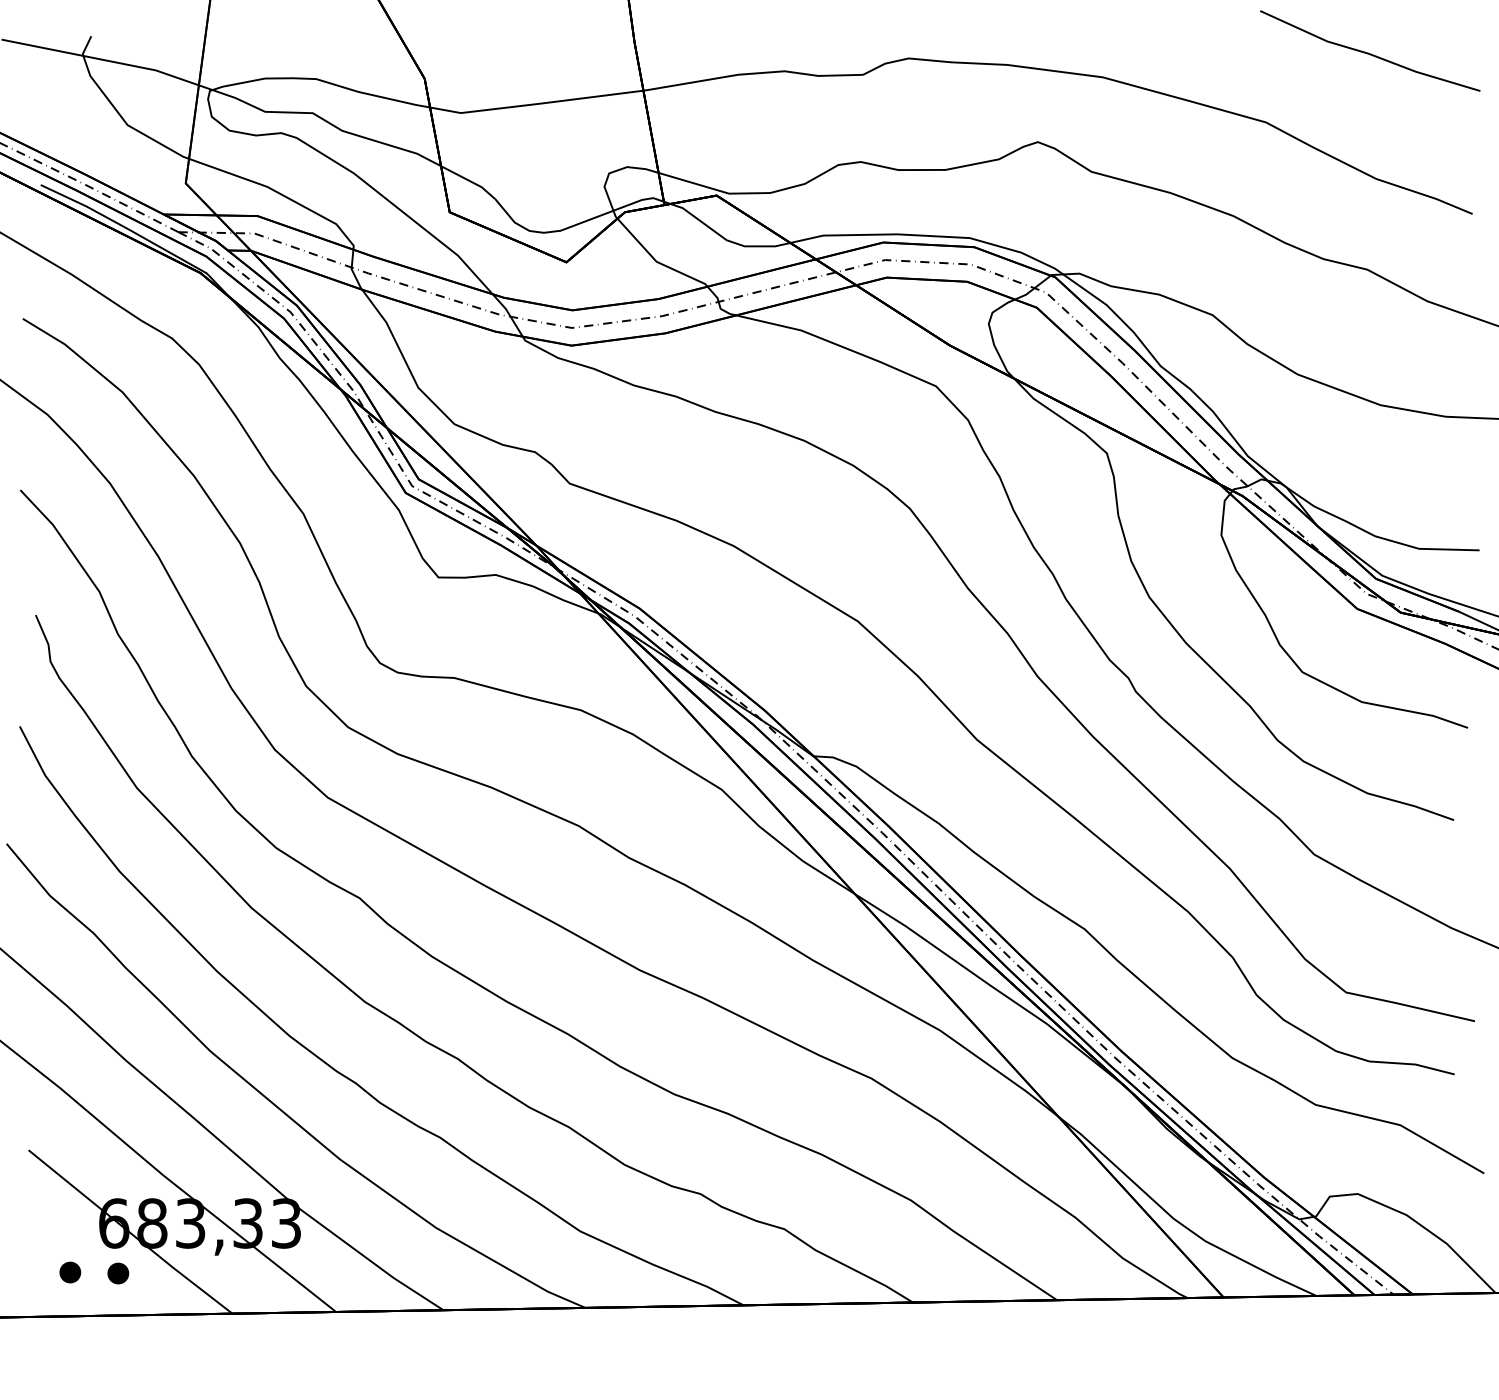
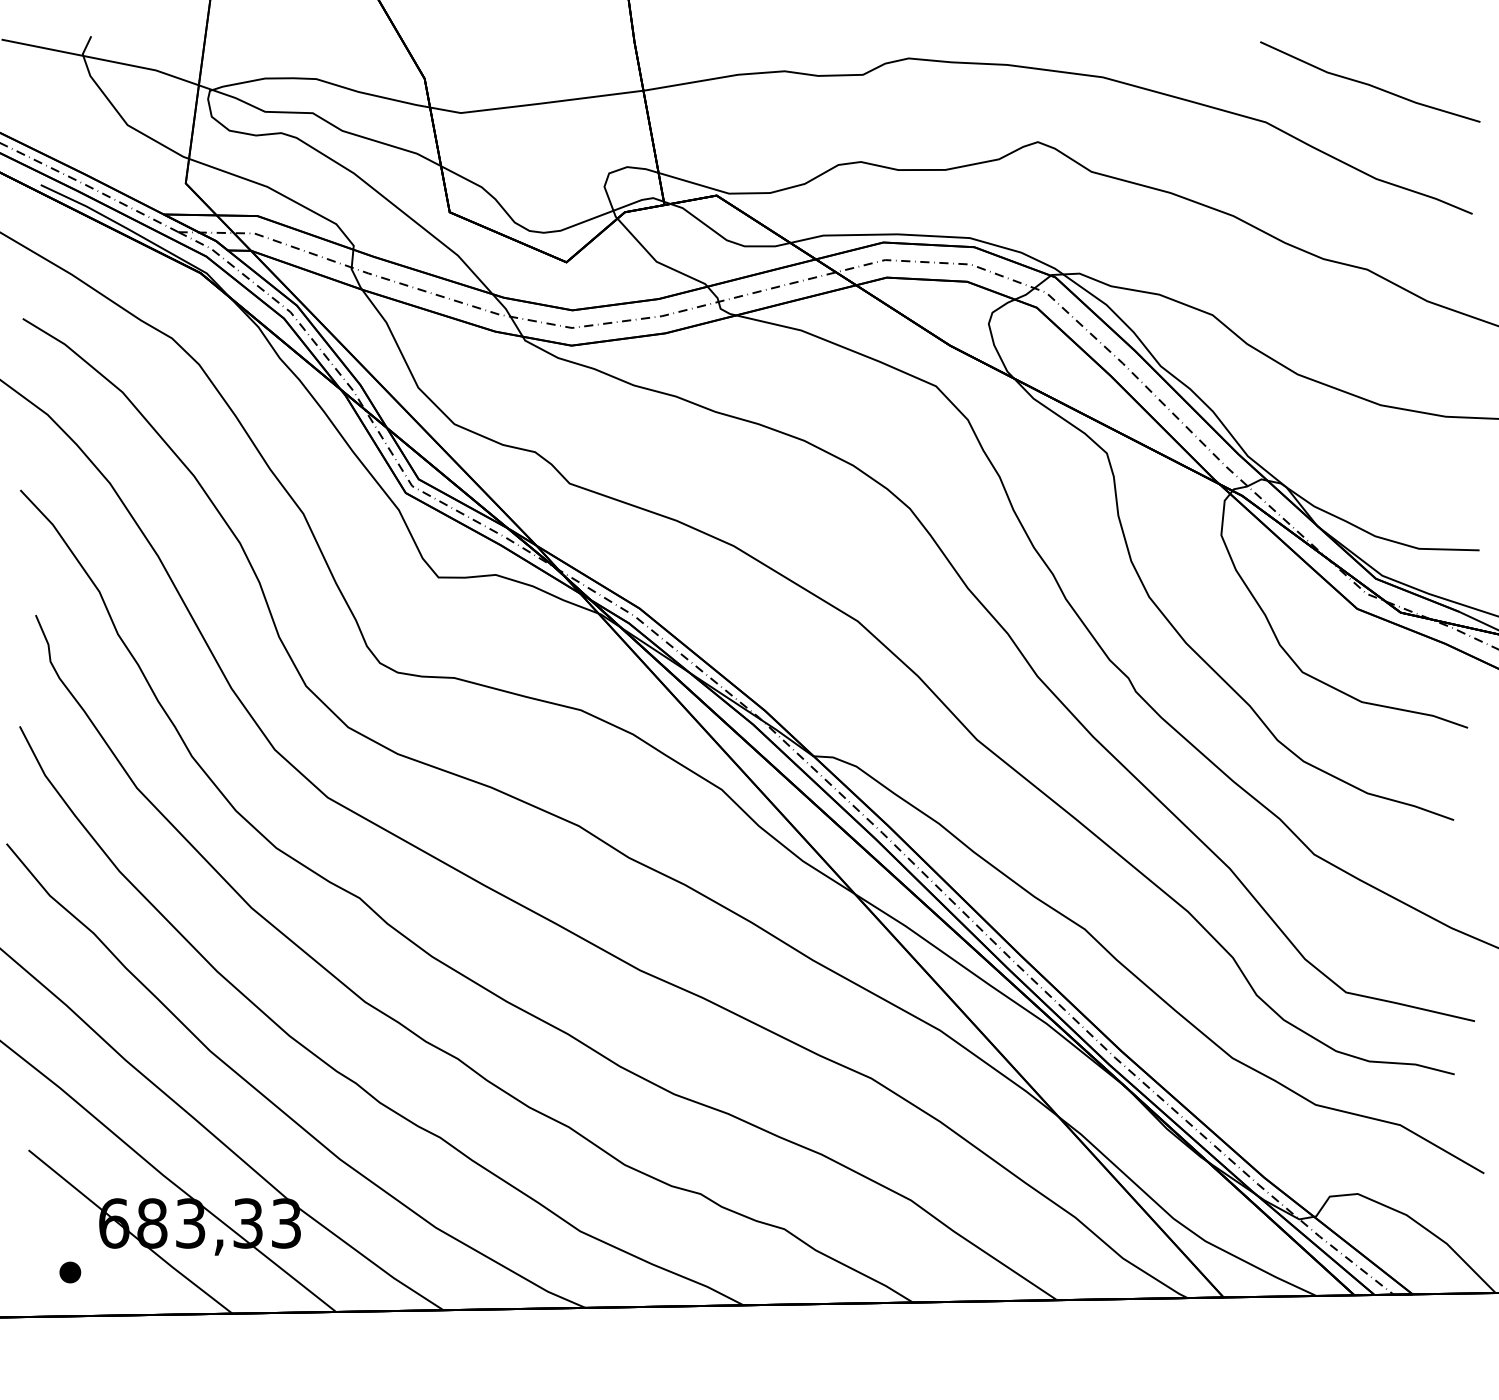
line at (1368, 52) position: (1368, 52) -> (1368, 83)
part at (118, 1273): present -> none
